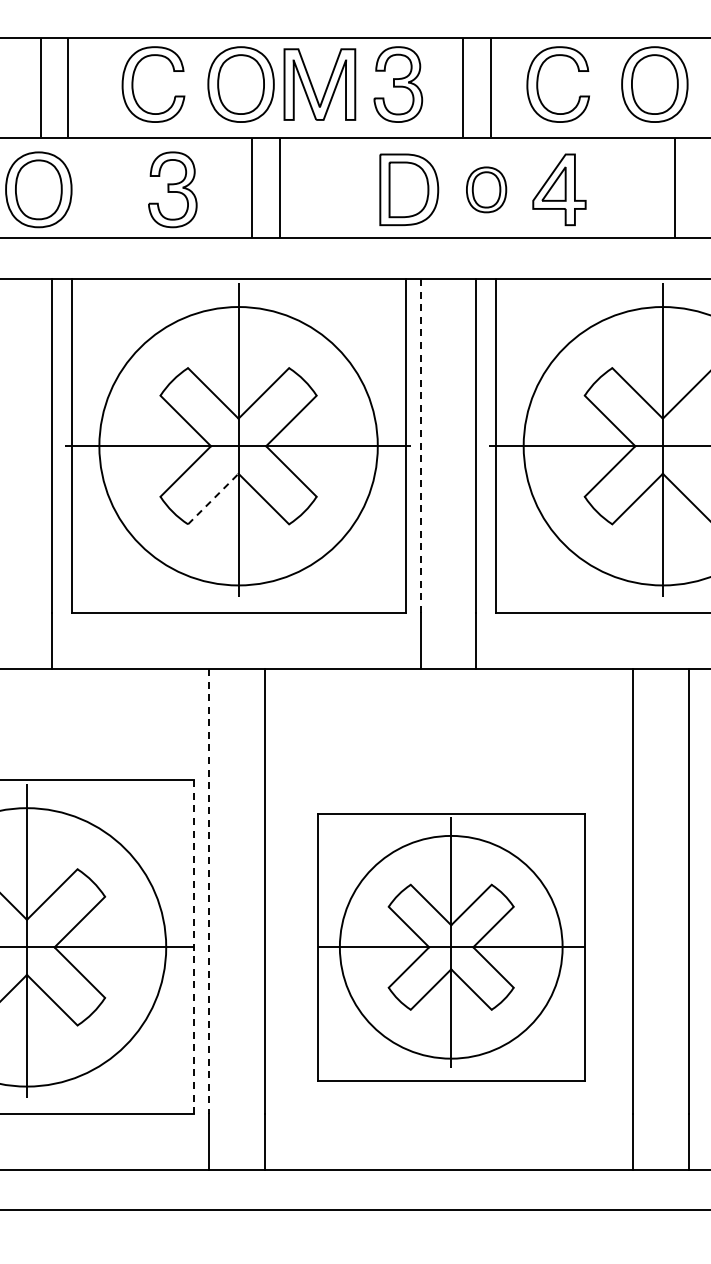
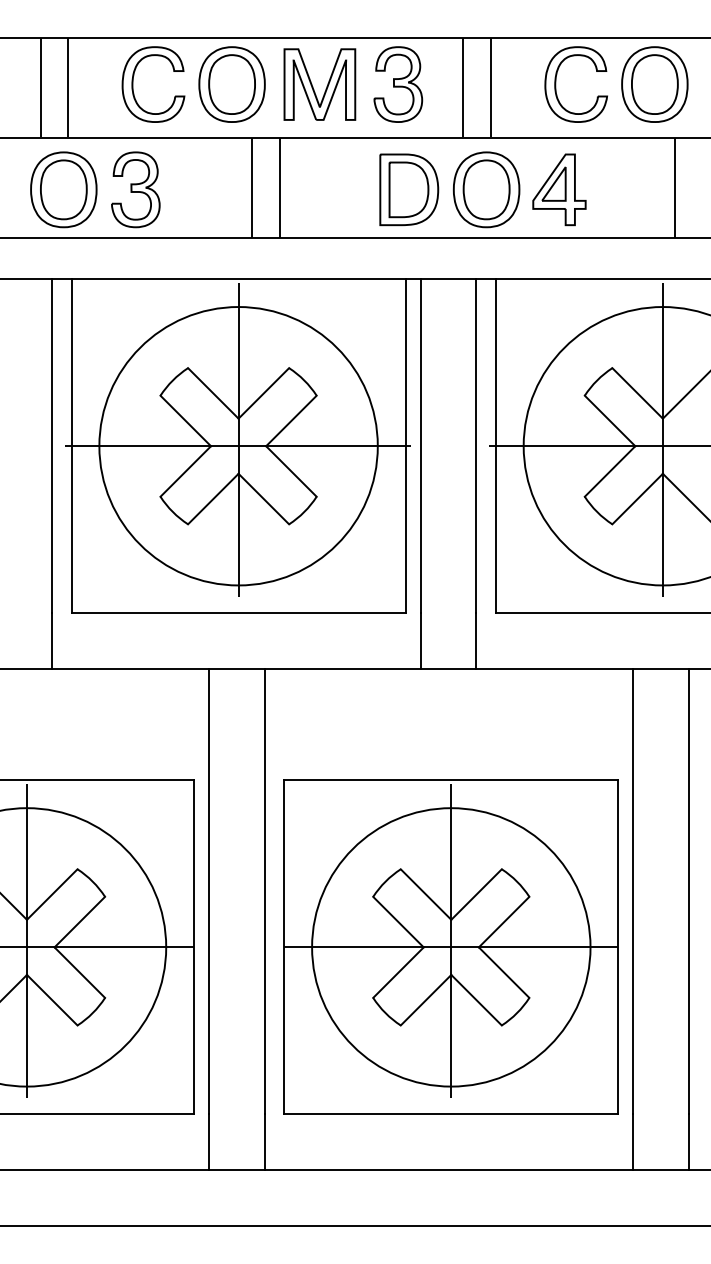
part at (240, 84) position: (240, 84) -> (231, 84)
part at (538, 84) position: (538, 84) -> (556, 84)
part at (38, 189) position: (38, 189) -> (63, 189)
part at (172, 189) position: (172, 189) -> (135, 189)
part at (486, 189) size: 42x48 px -> 69x78 px
line at (420, 446): dashed -> solid
line at (213, 499): dashed -> solid
line at (209, 891): dashed -> solid
line at (194, 947): dashed -> solid
part at (451, 947) size: 269x269 px -> 336x336 px
line at (354, 1210) position: (354, 1210) -> (354, 1226)
